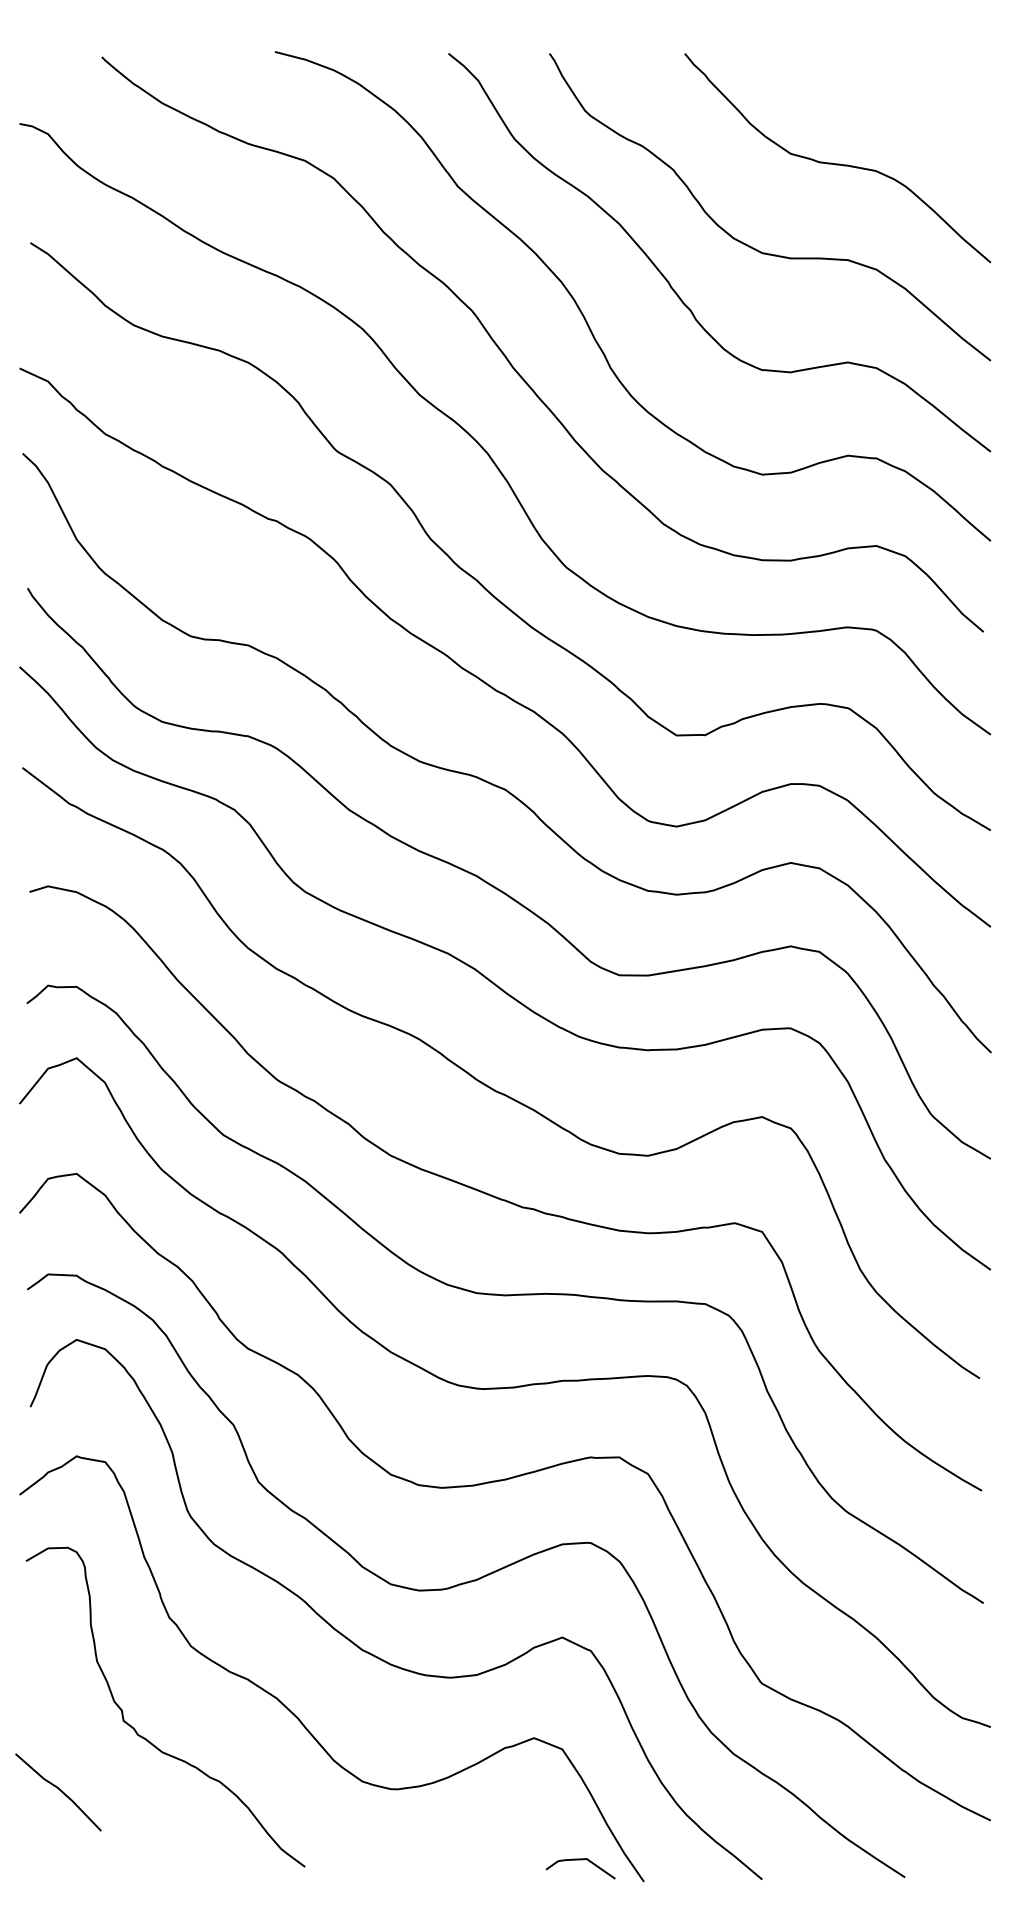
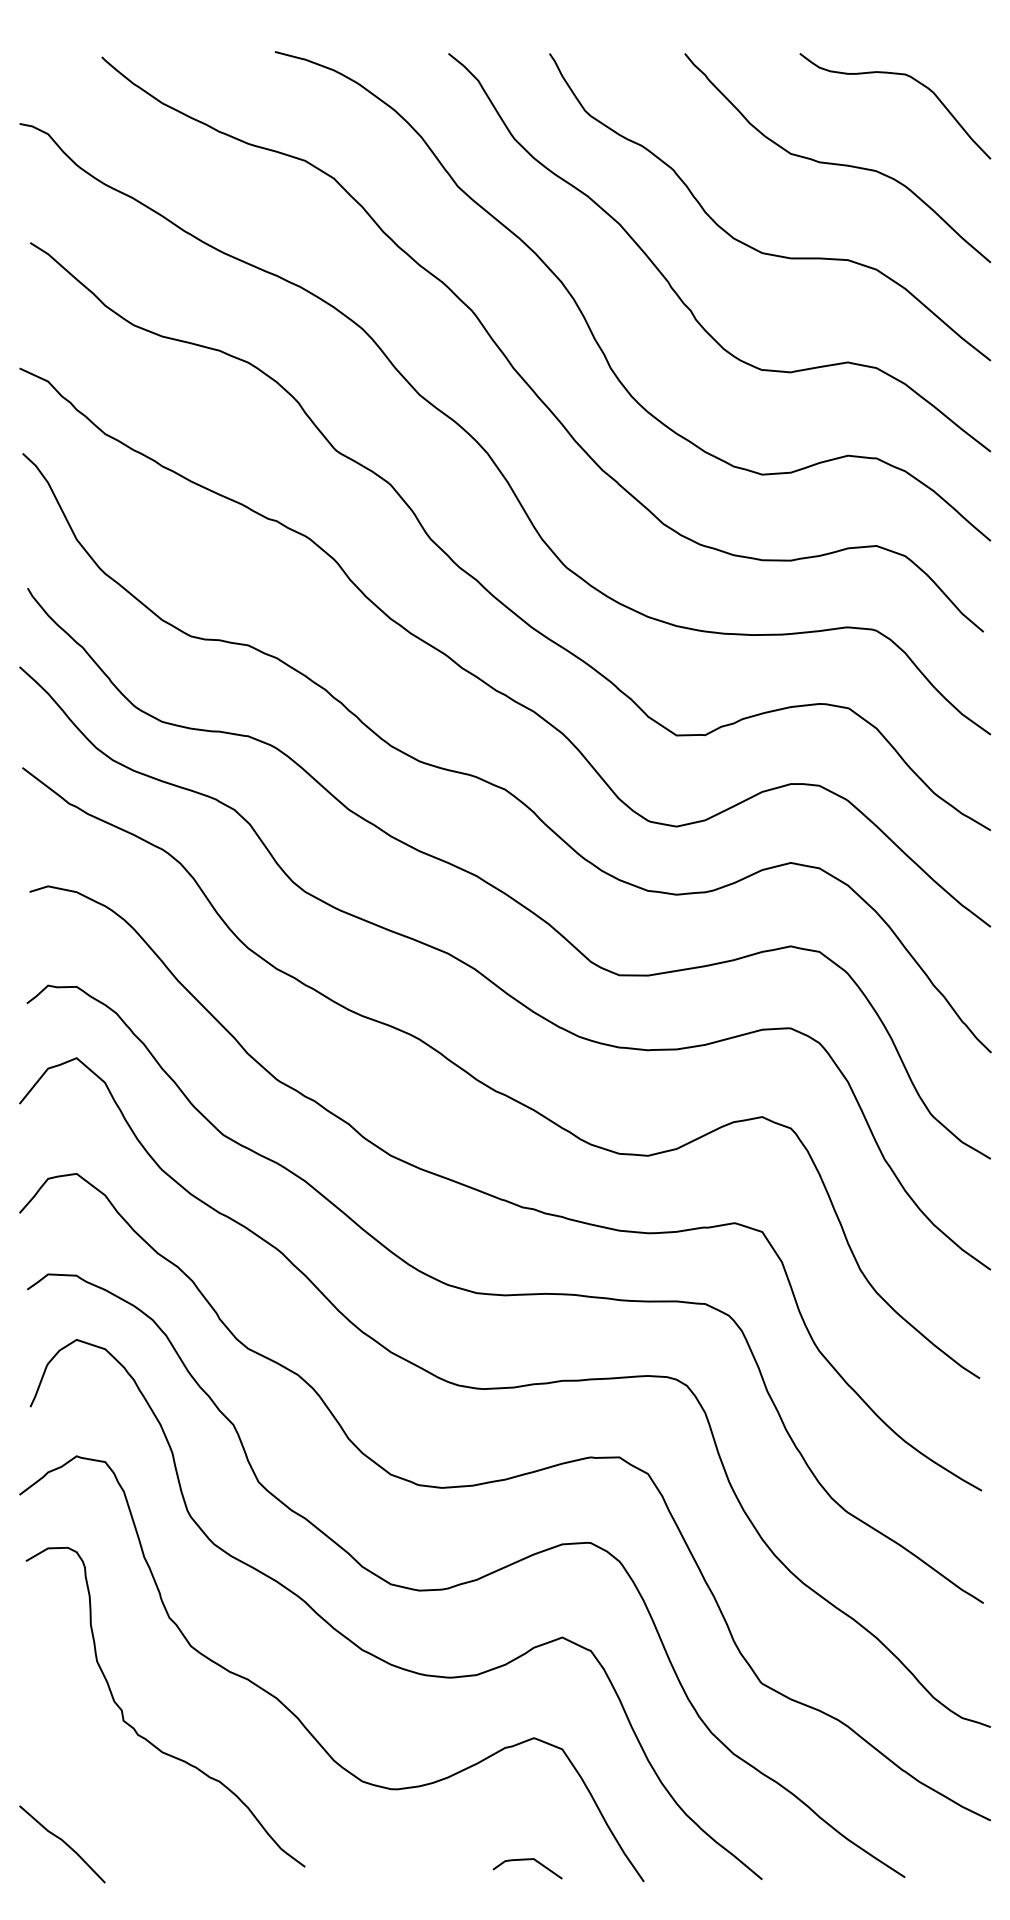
curve at (902, 75): none -> present
line at (59, 1790) position: (59, 1790) -> (63, 1842)
line at (580, 1860) position: (580, 1860) -> (527, 1860)
